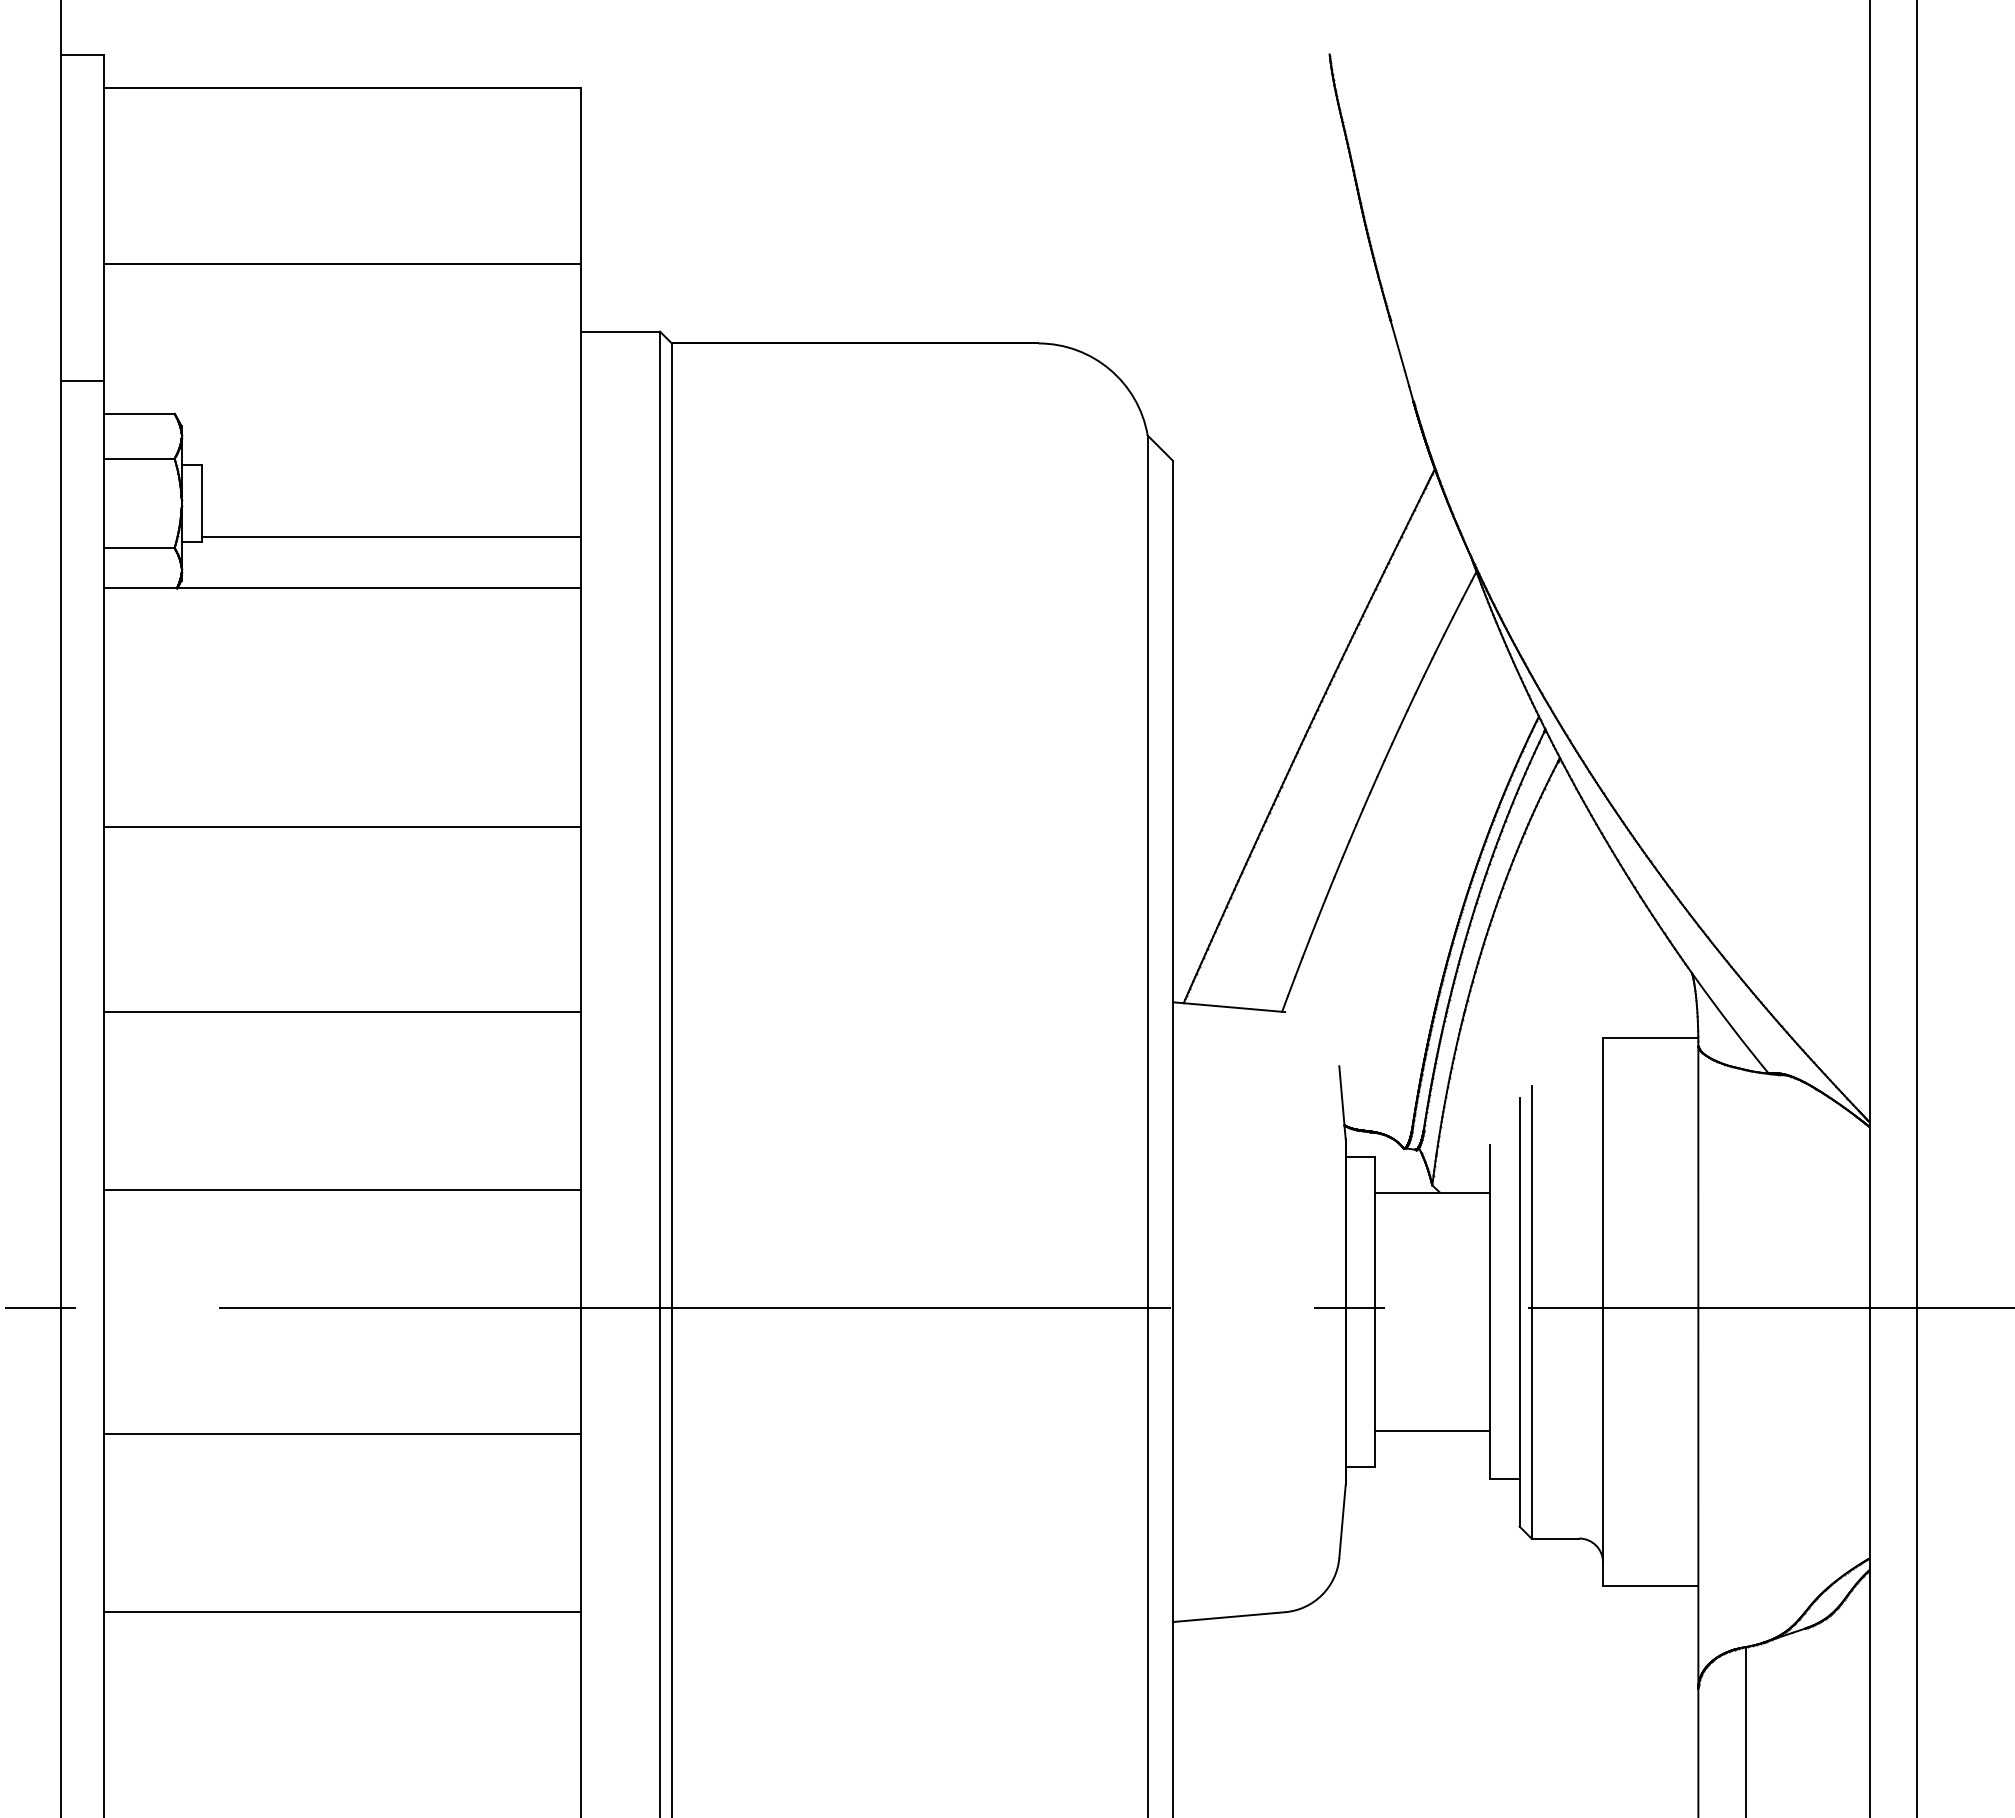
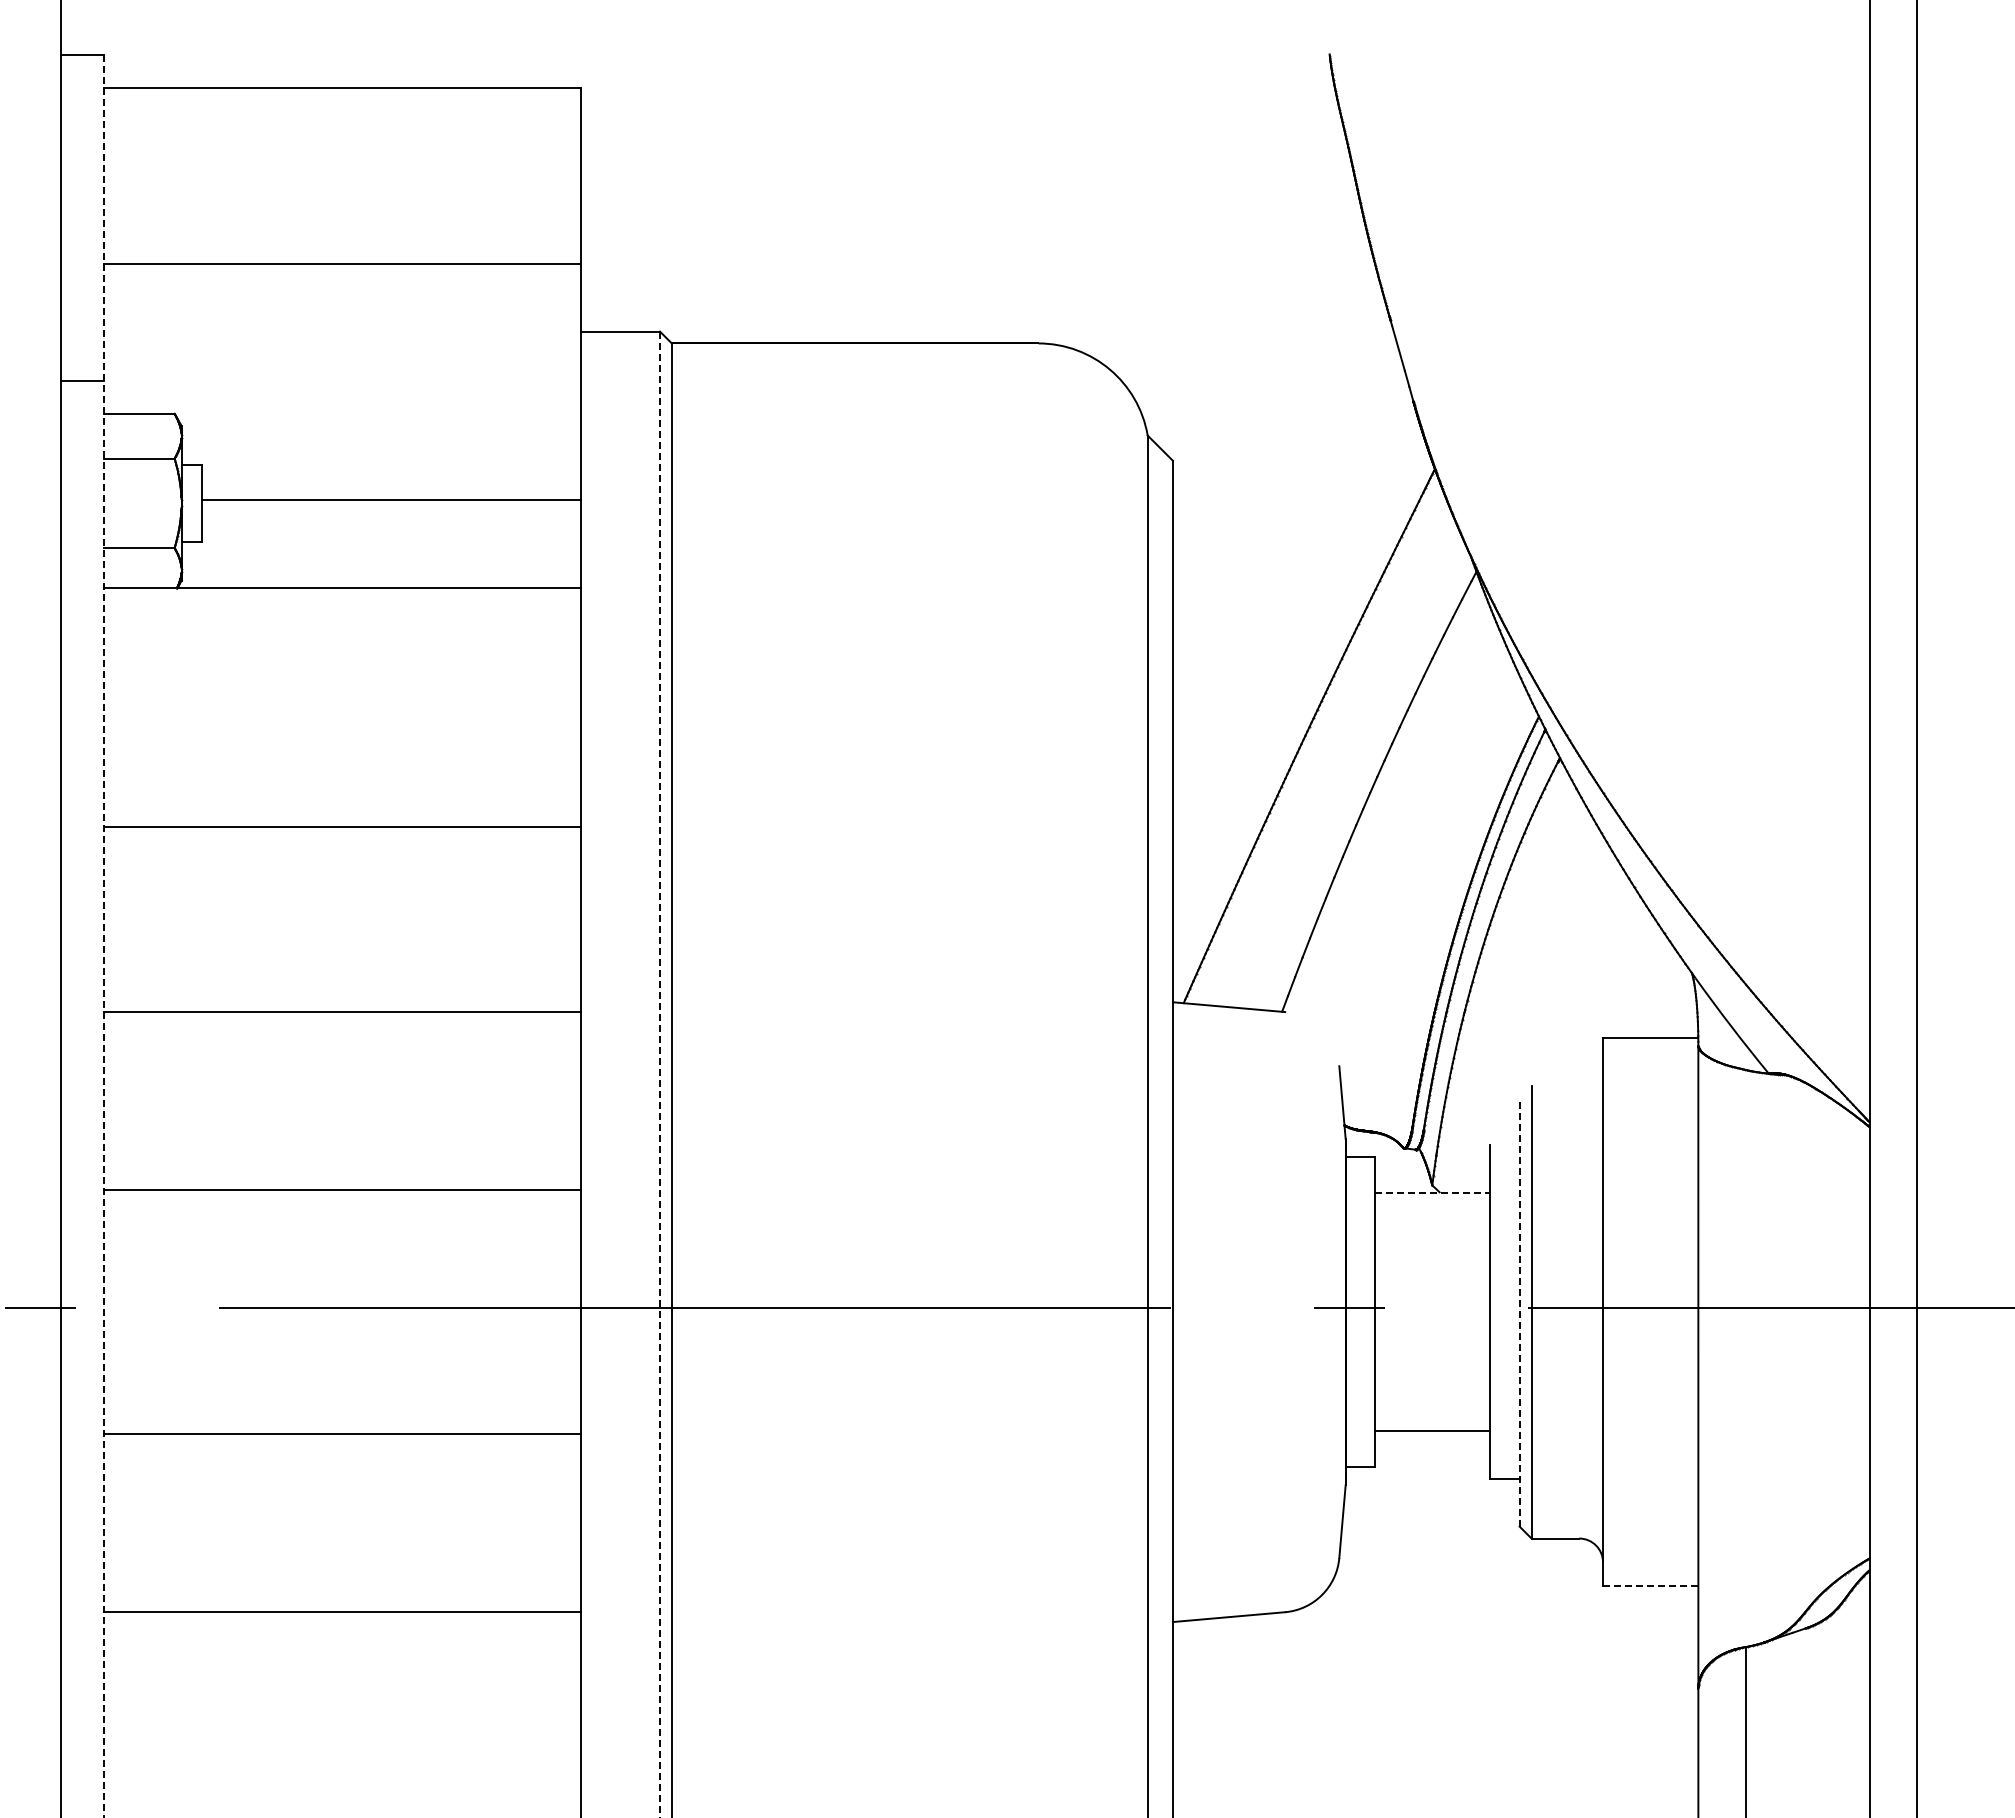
line at (390, 536) position: (390, 536) -> (390, 499)
line at (104, 936): solid -> dashed
line at (659, 1075): solid -> dashed
line at (1433, 1193): solid -> dashed
line at (1519, 1311): solid -> dashed
line at (1650, 1586): solid -> dashed
